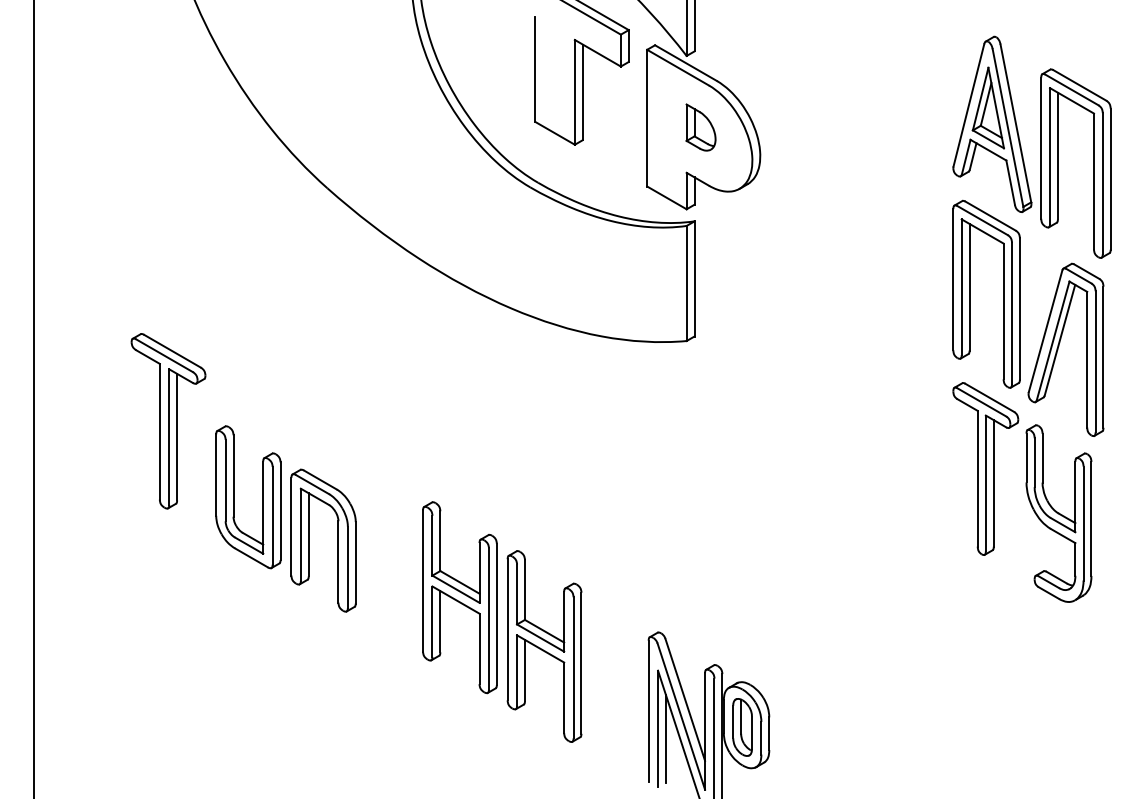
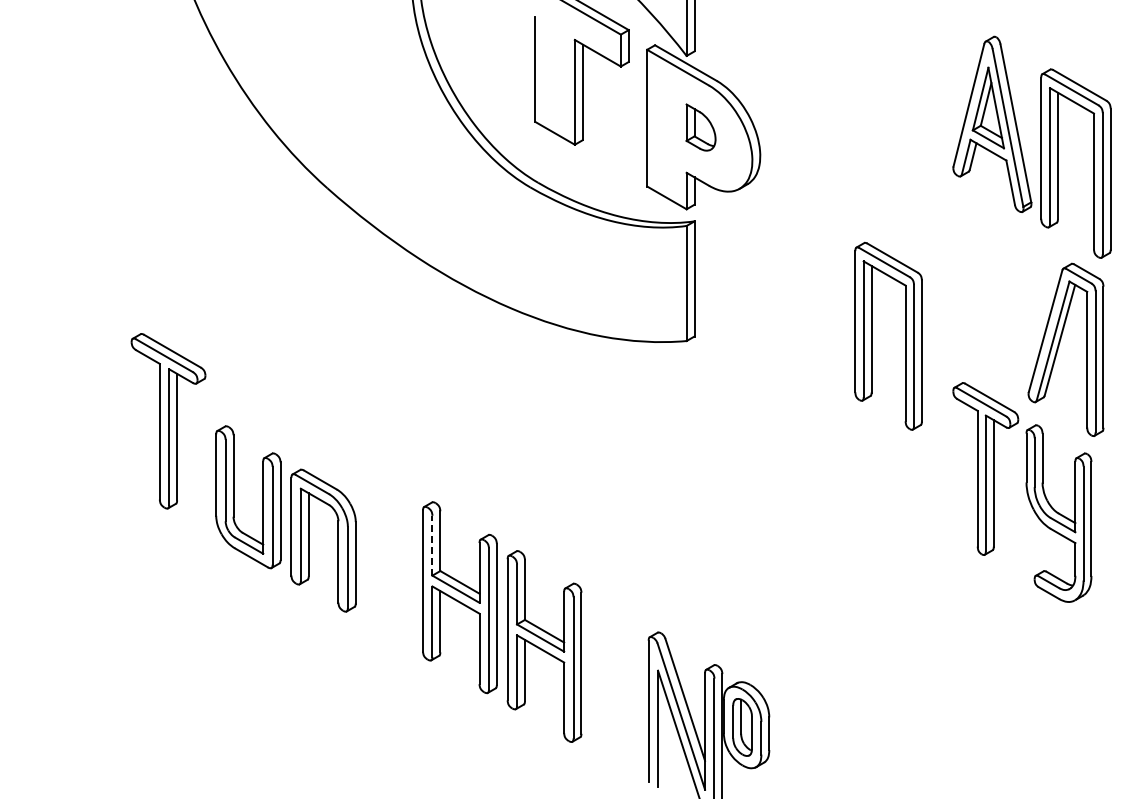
part at (970, 293) position: (970, 293) -> (872, 335)
line at (34, 398): present -> none
line at (432, 545): solid -> dashed
line at (665, 738): present -> none
